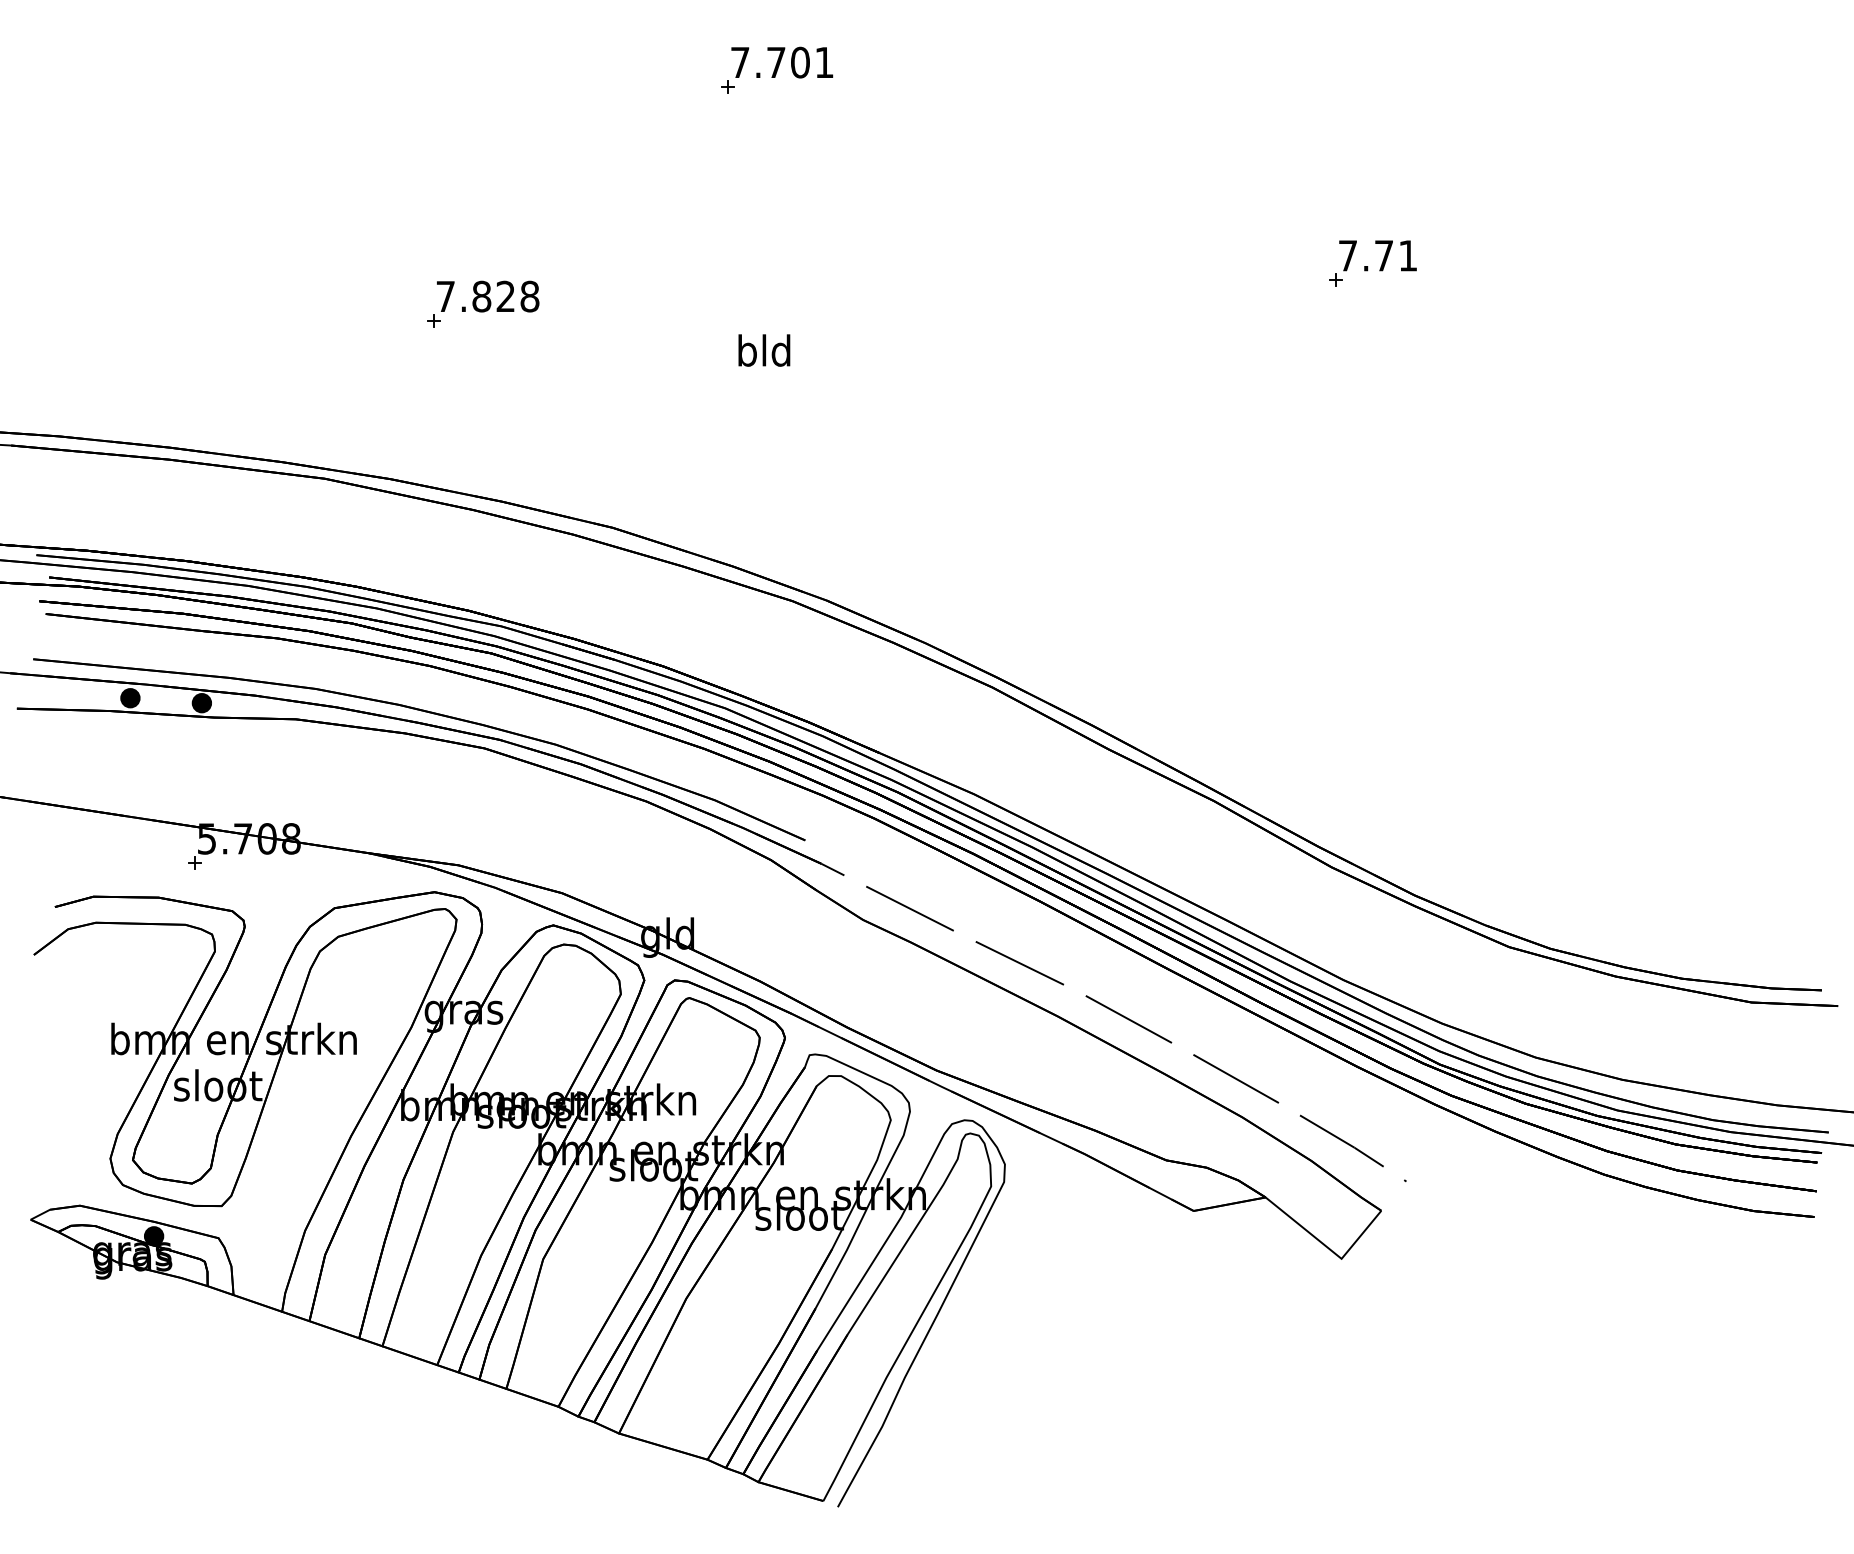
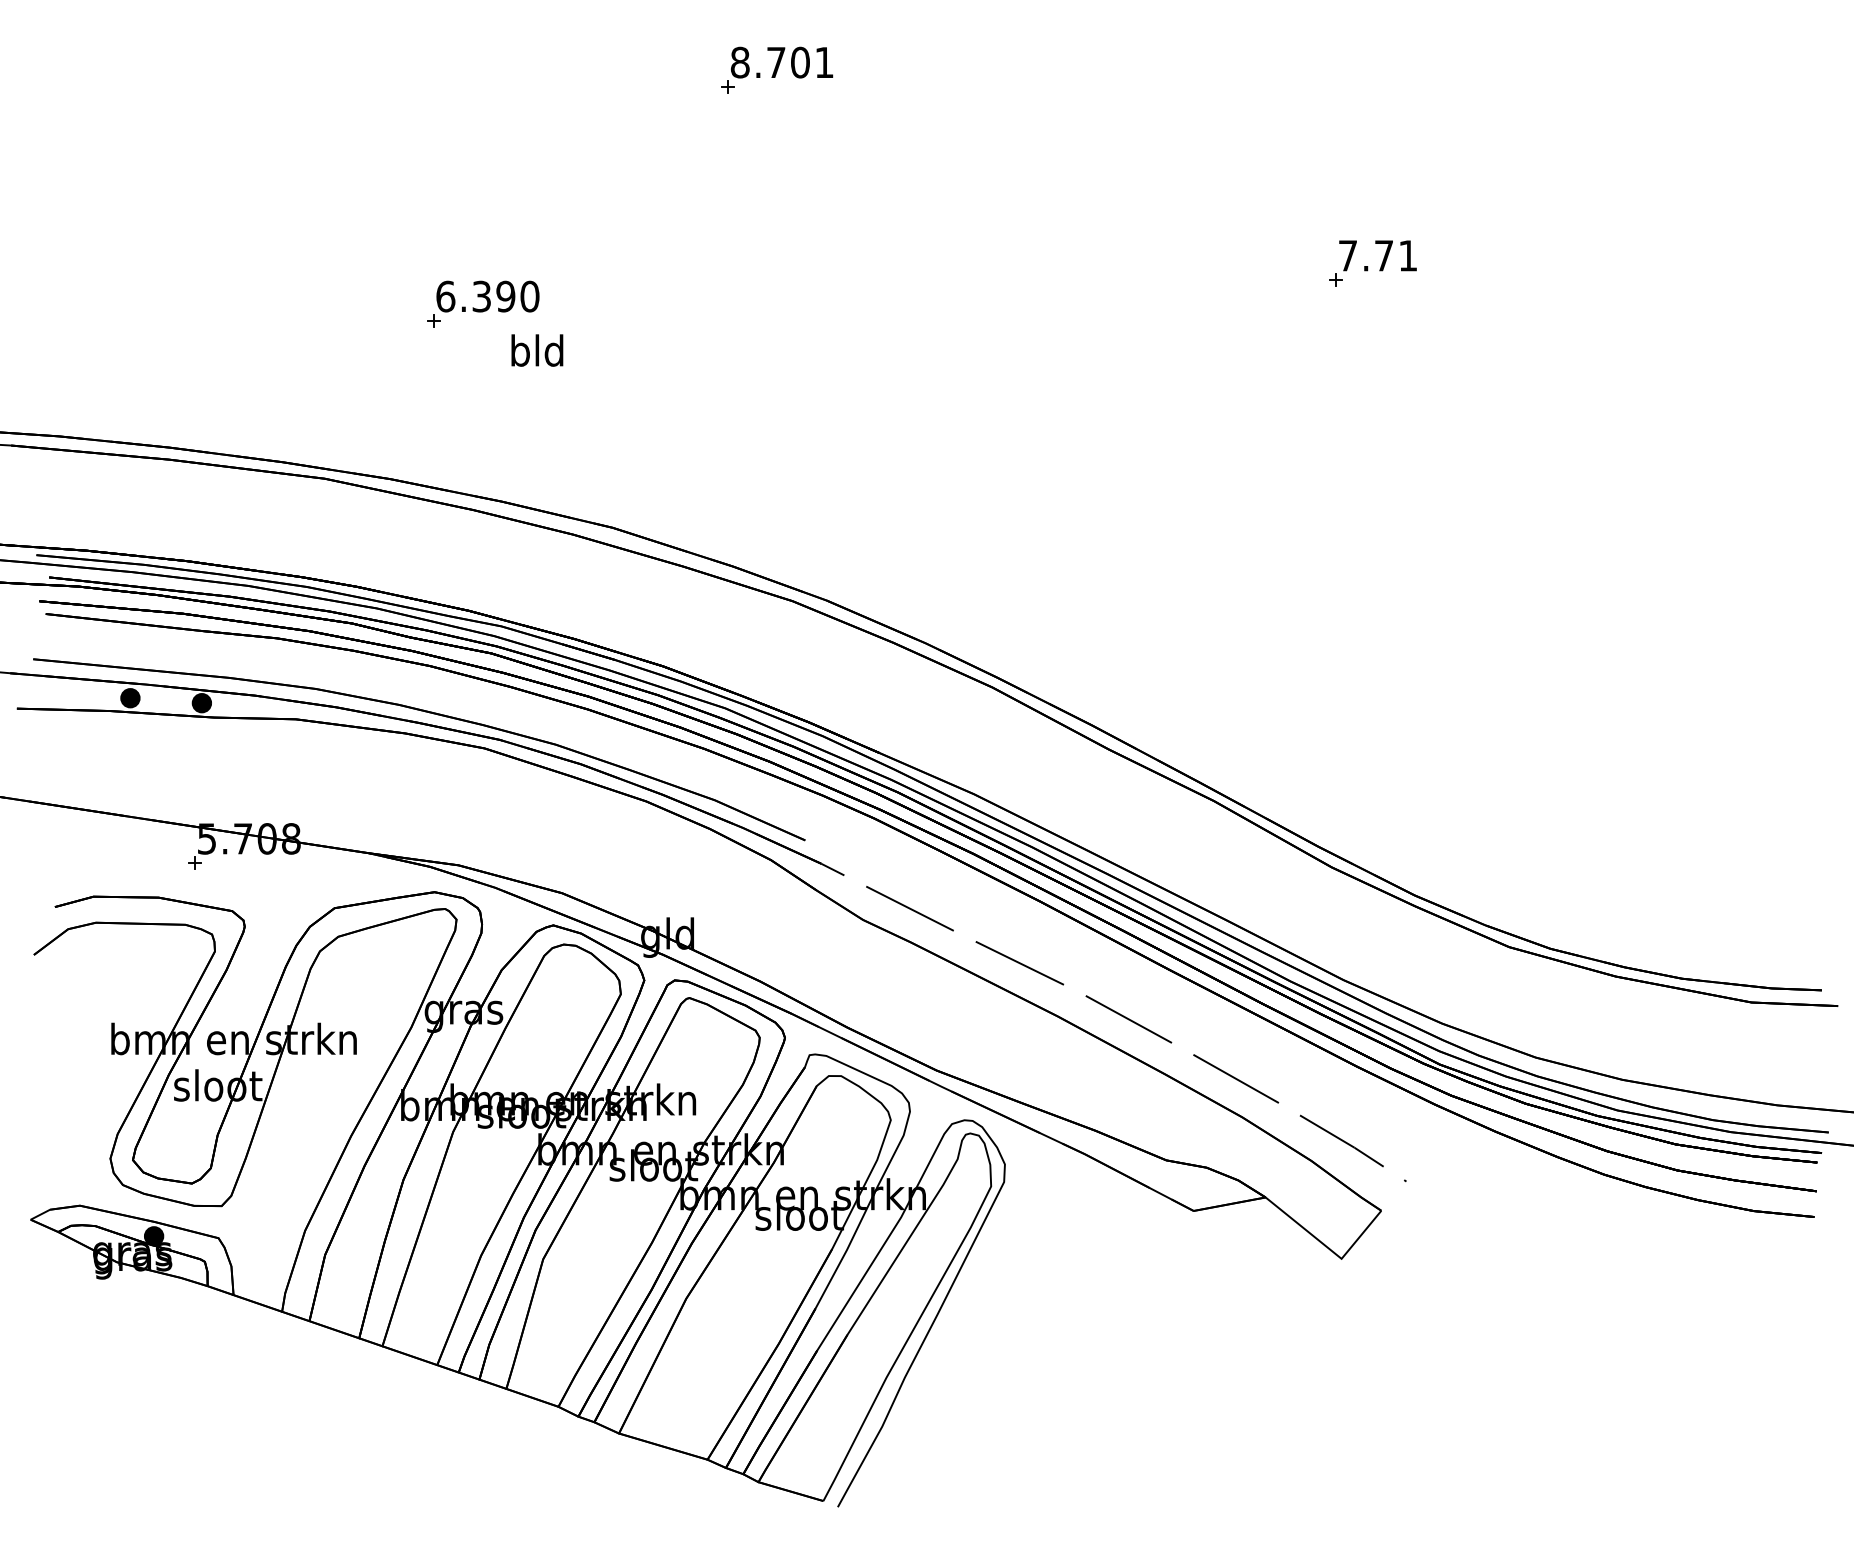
text at (739, 62): 7.701 -> 8.701
text at (487, 296): 7.828 -> 6.390
text at (764, 350) position: (764, 350) -> (537, 350)
